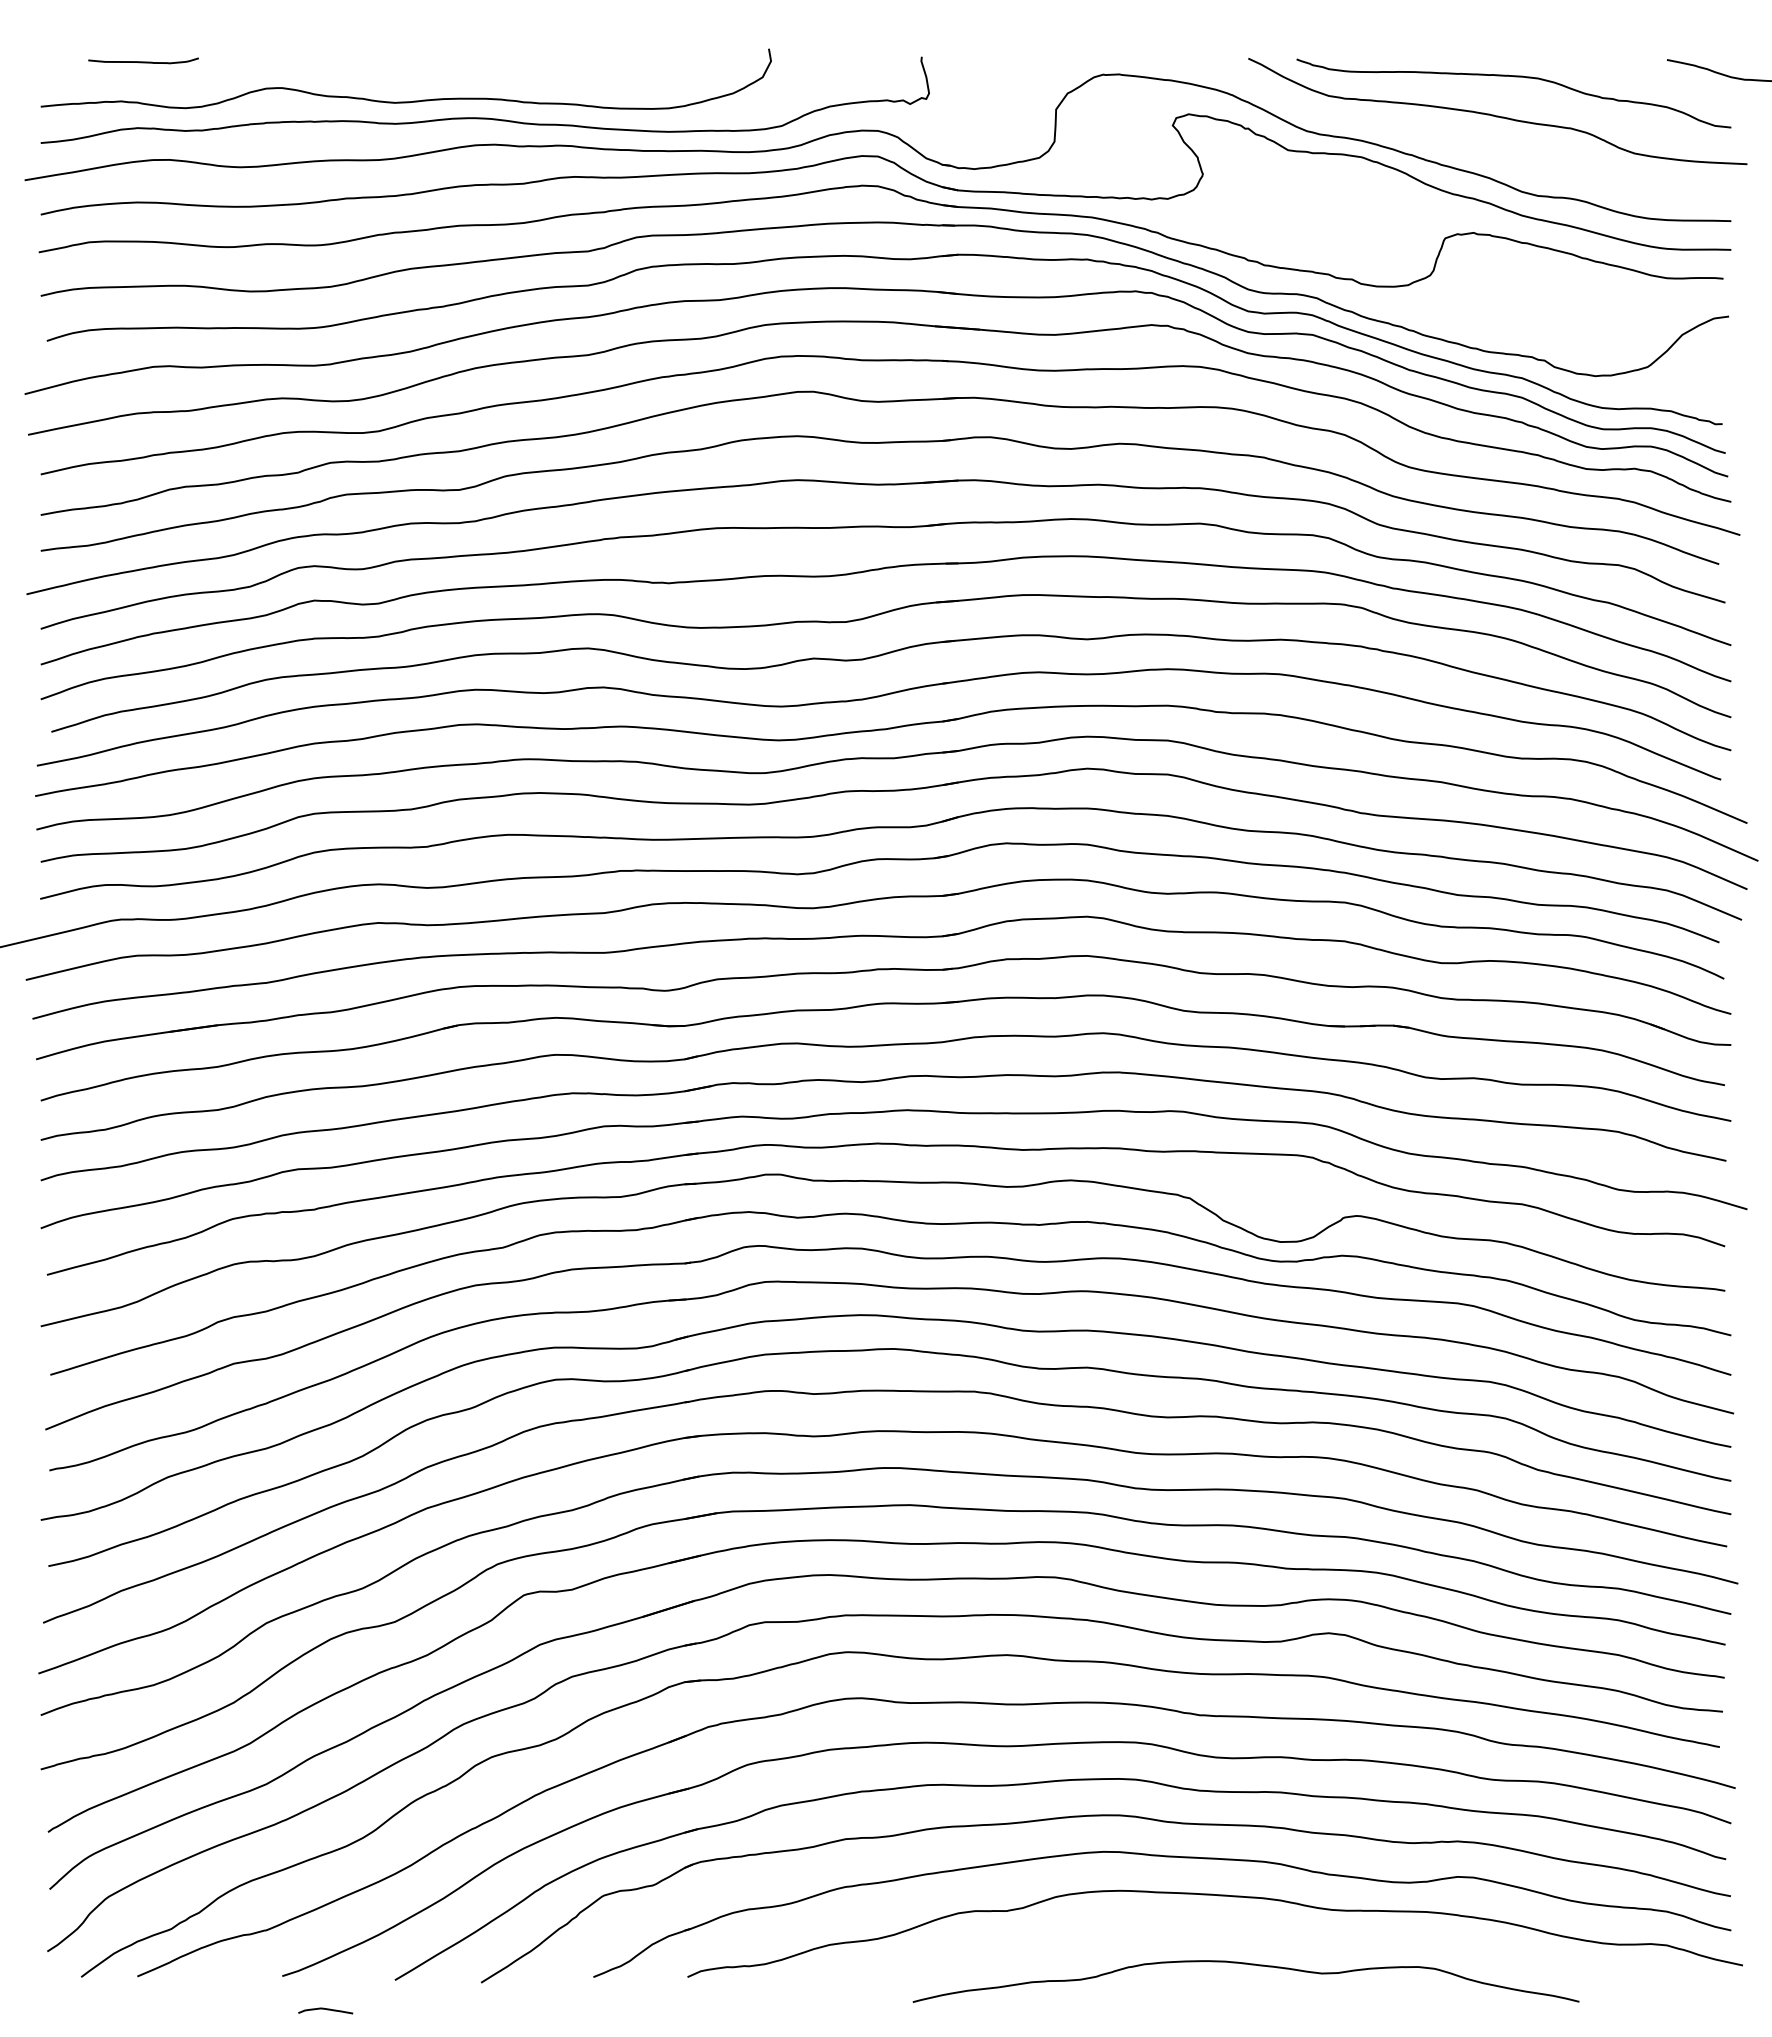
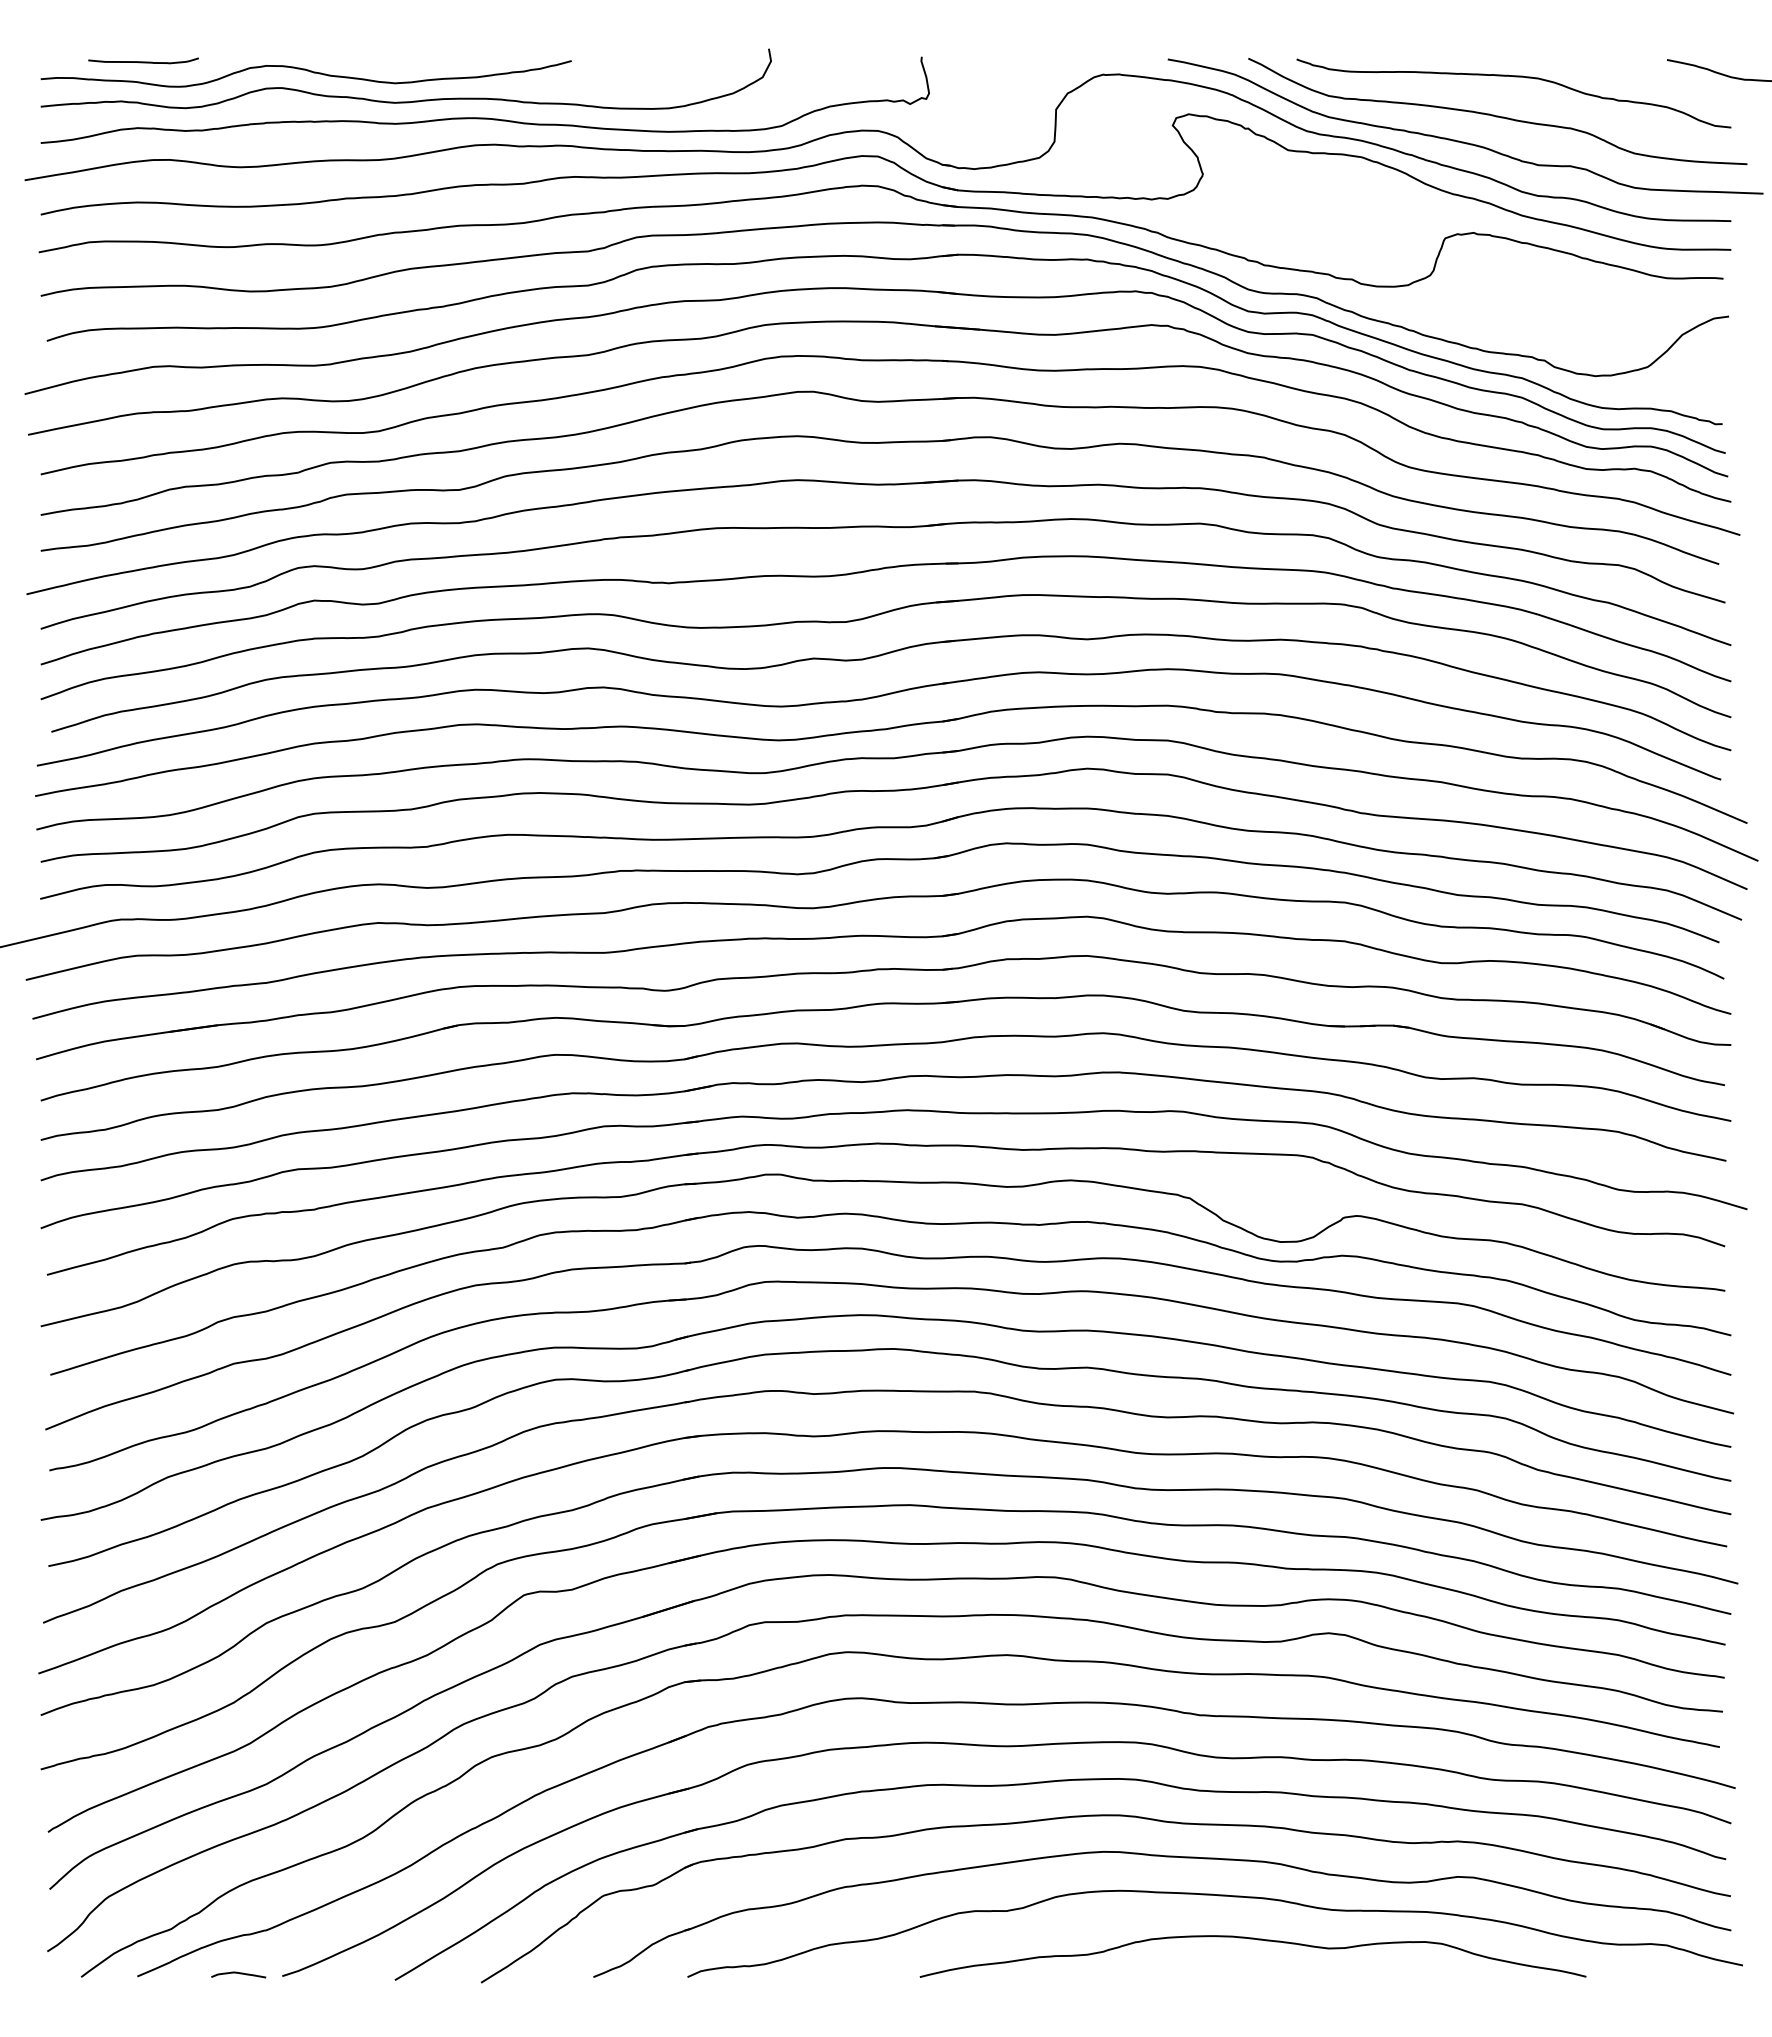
curve at (307, 71): none -> present
curve at (1463, 141): none -> present
curve at (1250, 1965) position: (1250, 1965) -> (1257, 1940)
curve at (325, 2009) position: (325, 2009) -> (238, 1973)
